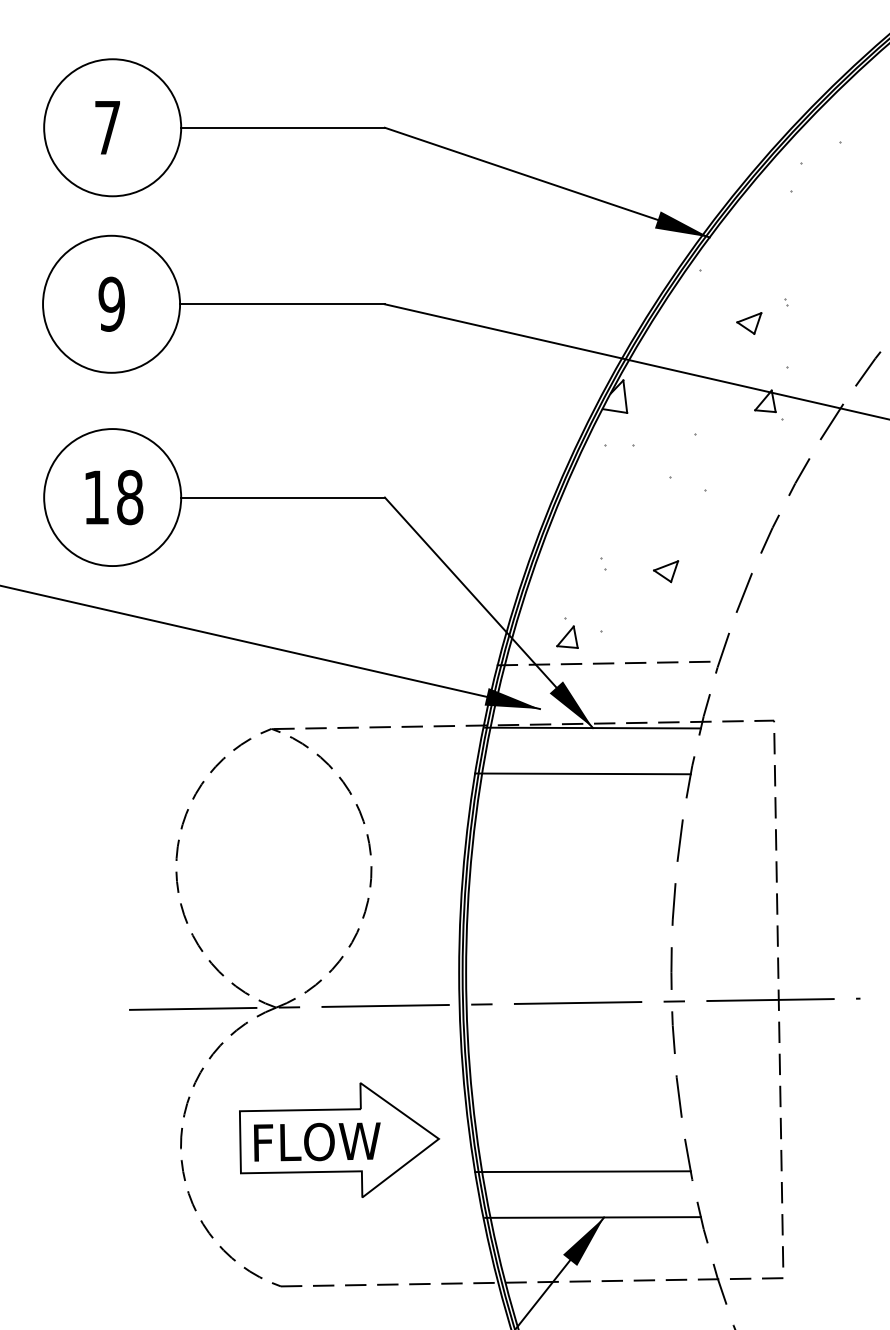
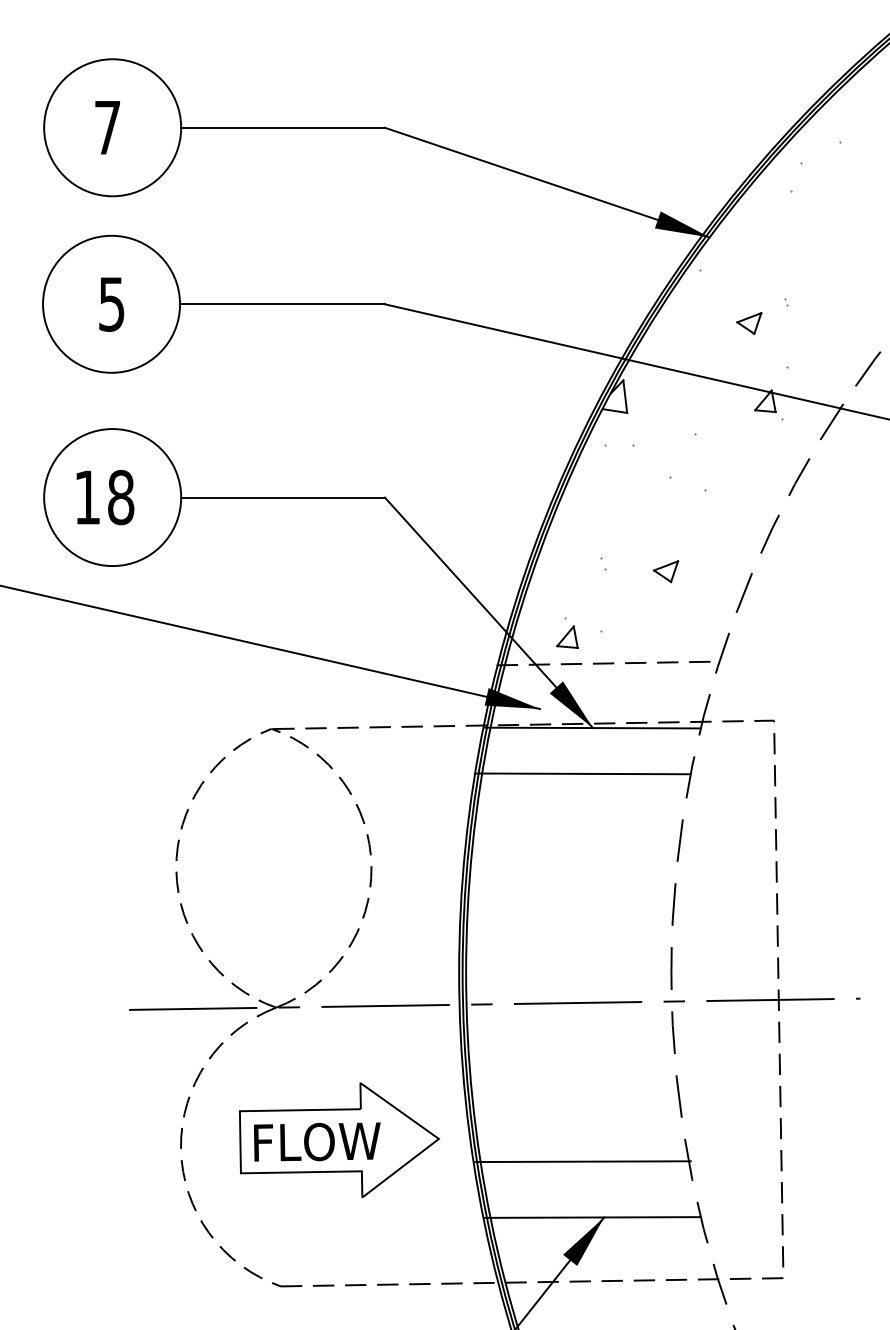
text at (111, 303): 9 -> 5
text at (114, 497) position: (114, 497) -> (105, 497)
line at (582, 1171) position: (582, 1171) -> (582, 1161)
